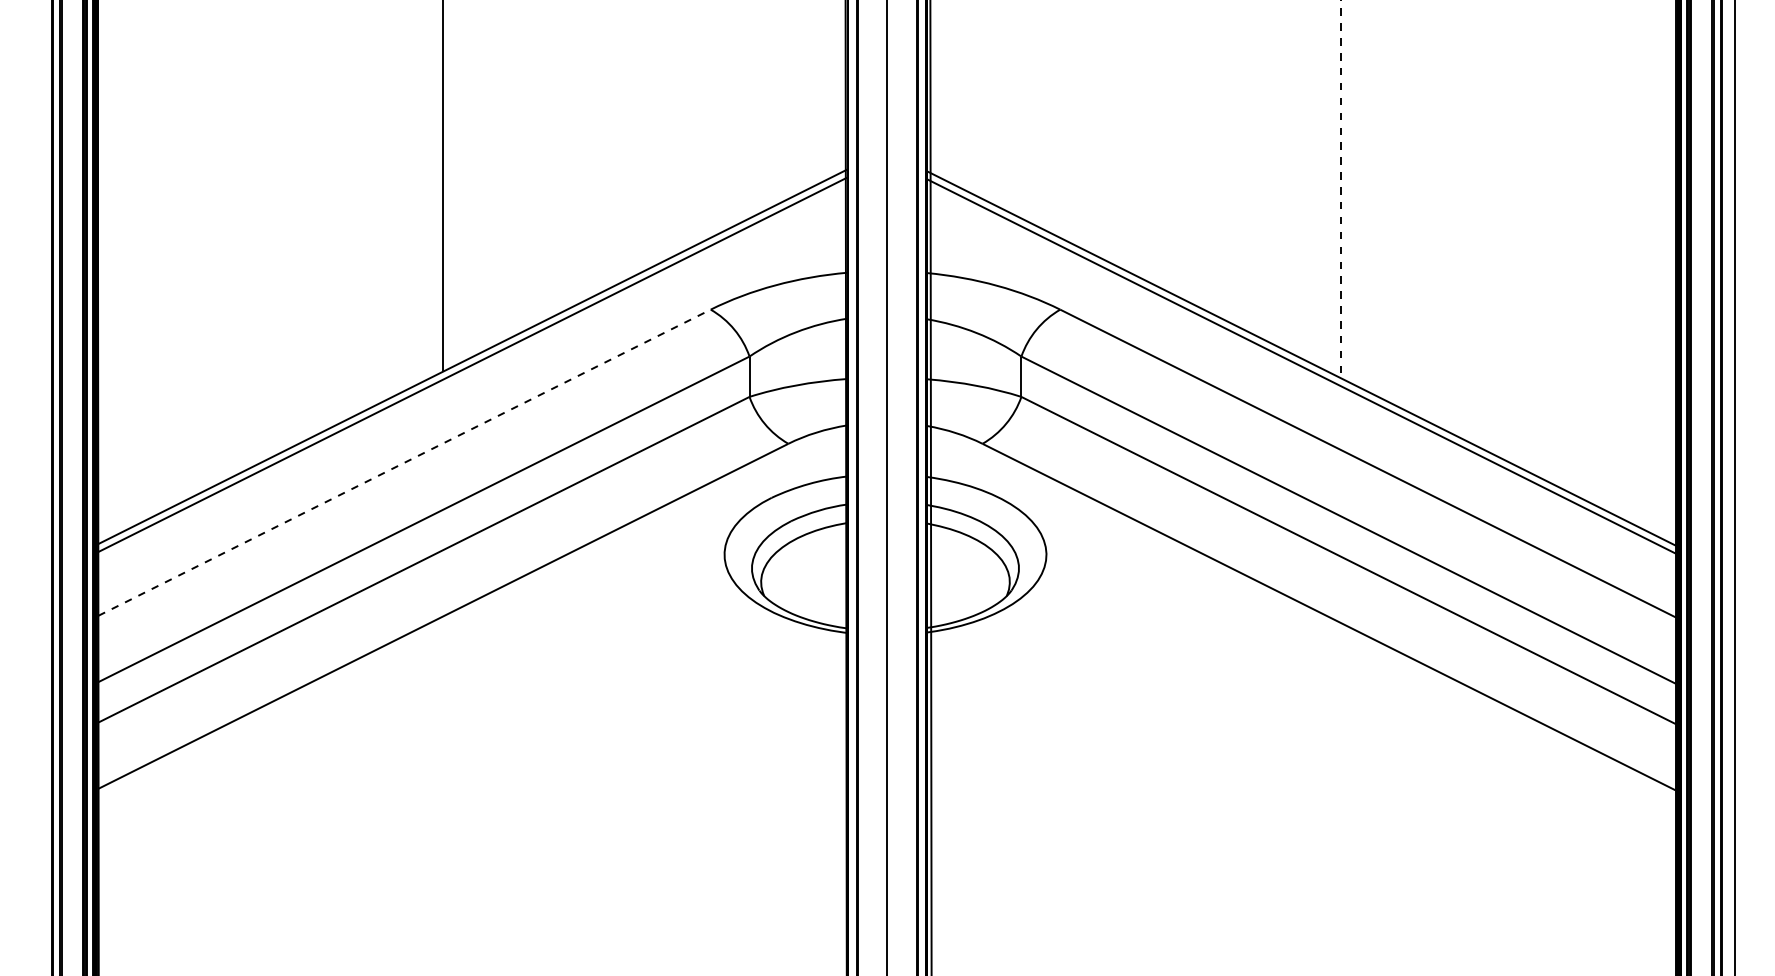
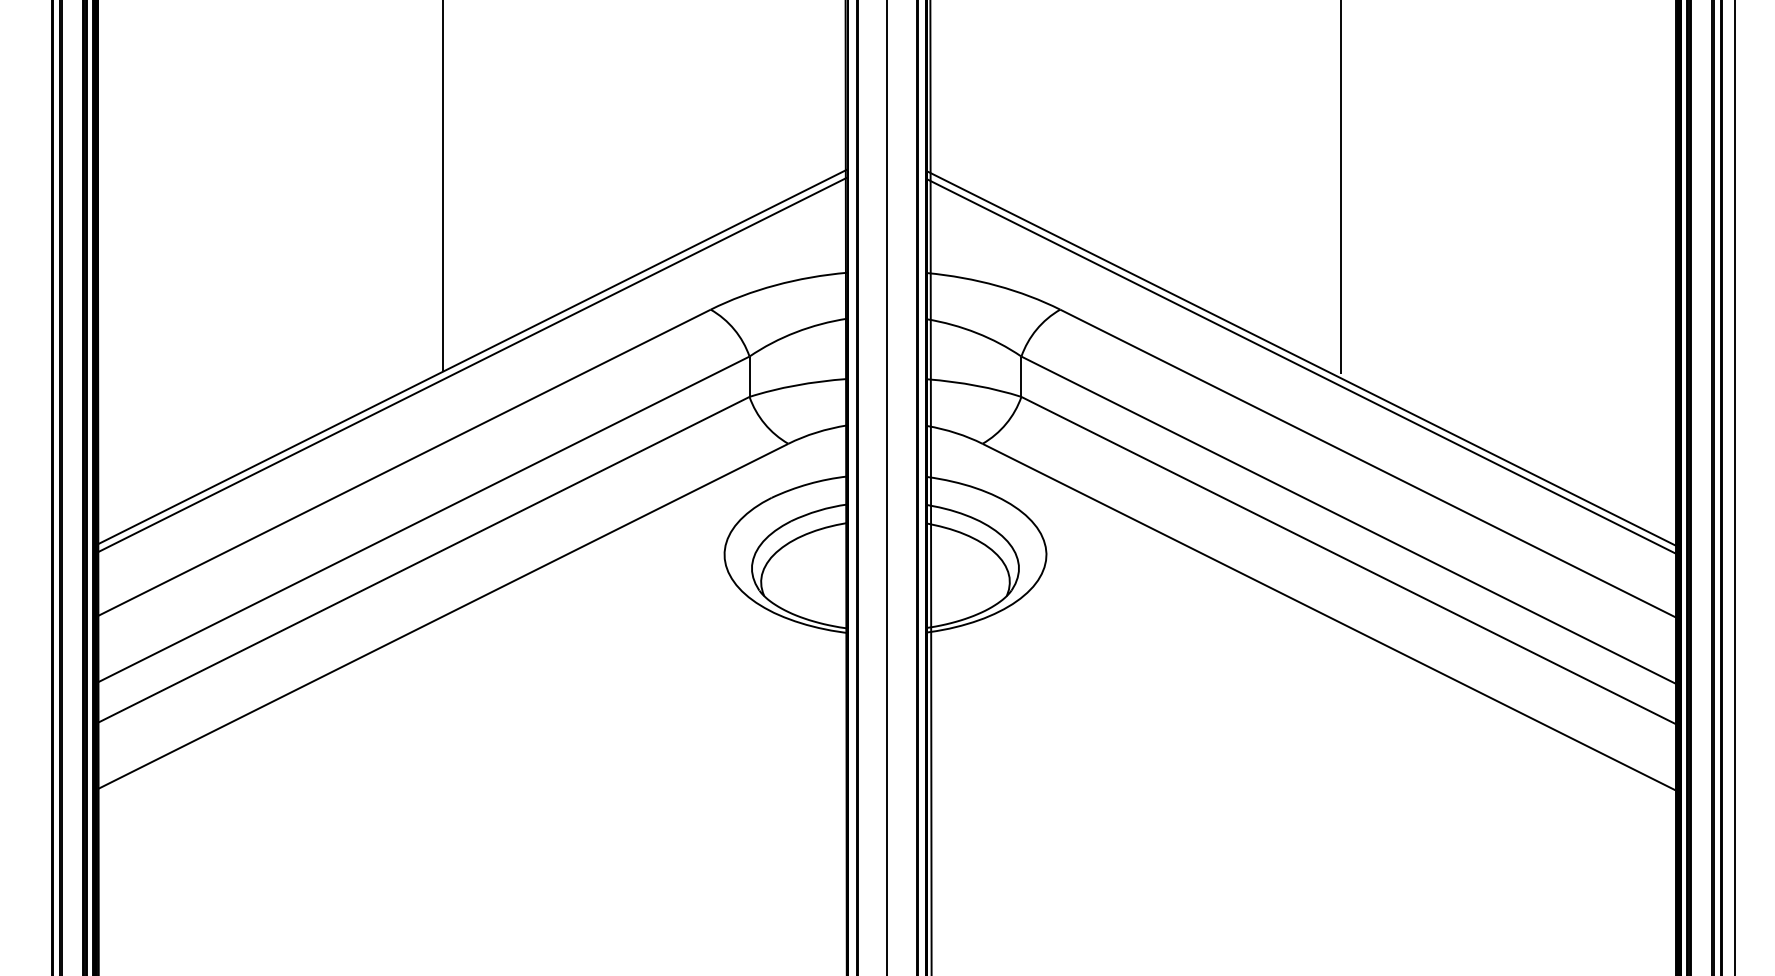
line at (1340, 187): dashed -> solid
line at (405, 462): dashed -> solid
